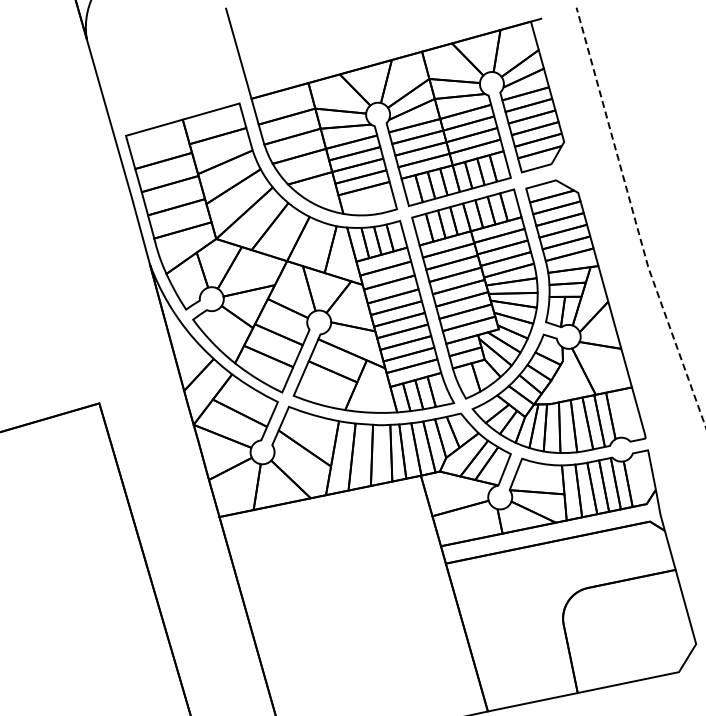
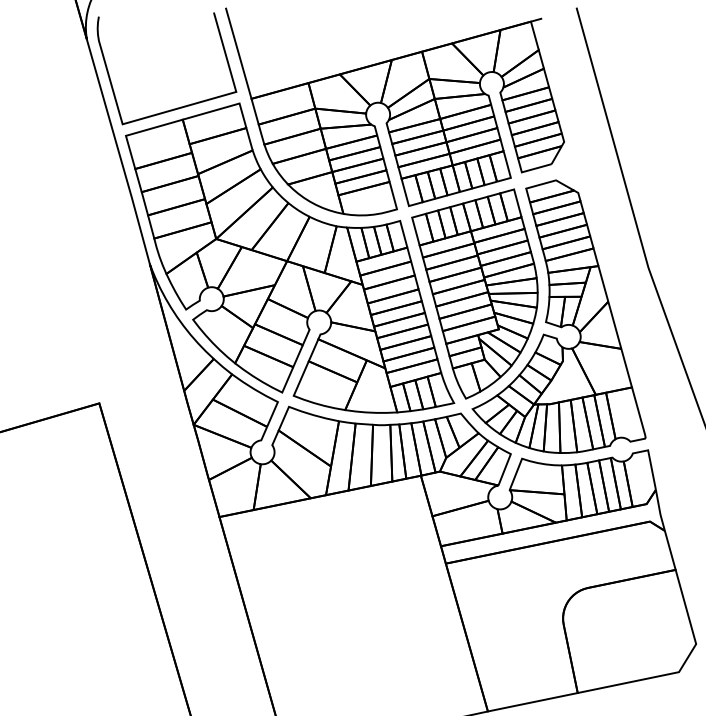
curve at (180, 106): none -> present
line at (635, 220): dashed -> solid
